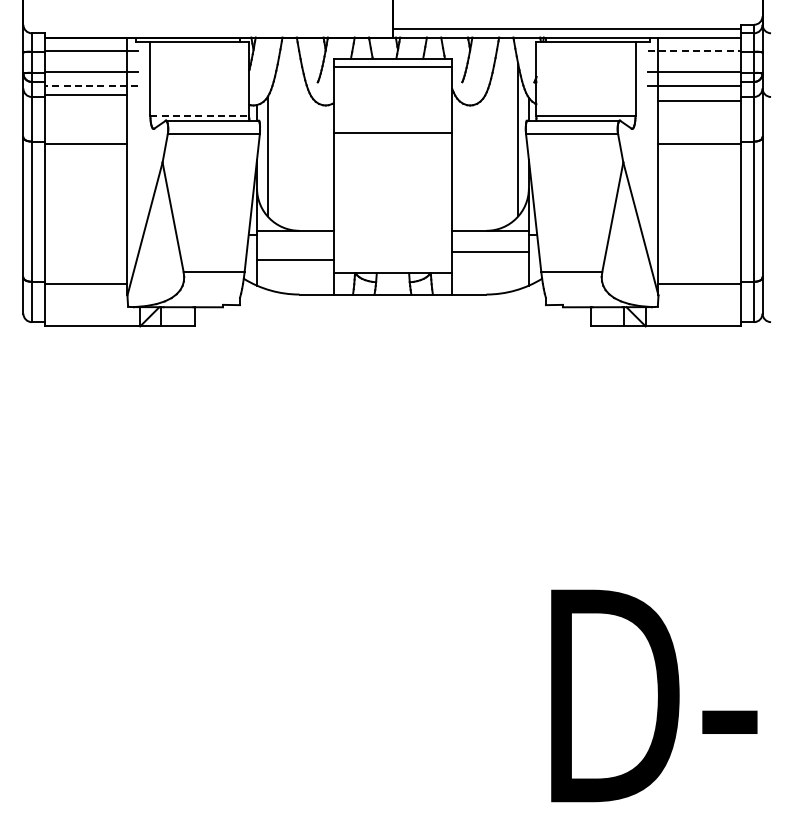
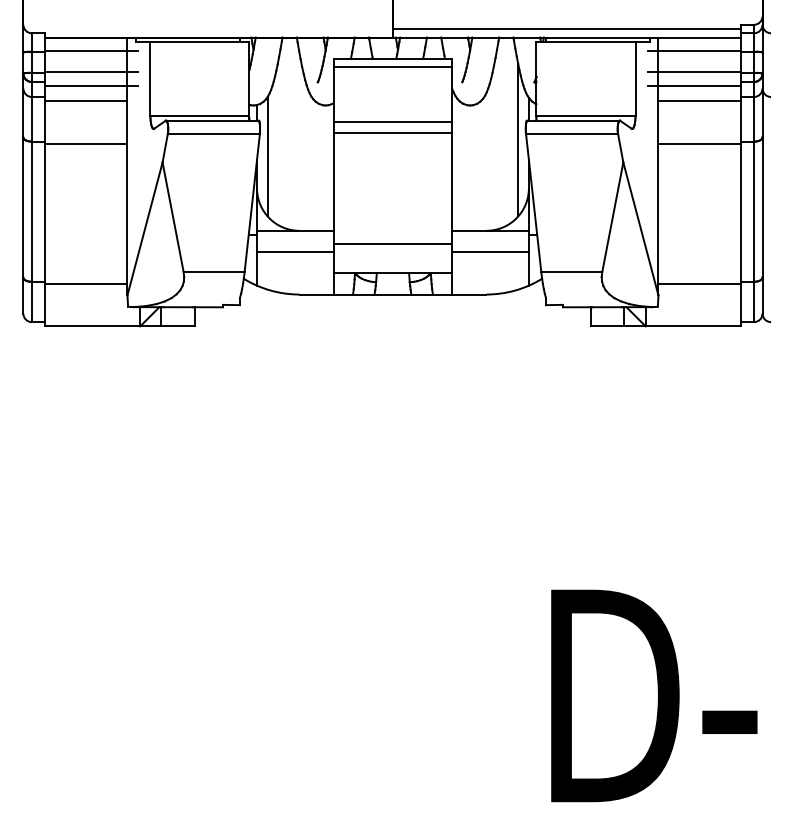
line at (694, 51): dashed -> solid
line at (91, 86): dashed -> solid
line at (85, 95) position: (85, 95) -> (85, 101)
line at (199, 116): dashed -> solid
line at (392, 122): none -> present
line at (392, 243): none -> present
line at (295, 260) position: (295, 260) -> (295, 252)
